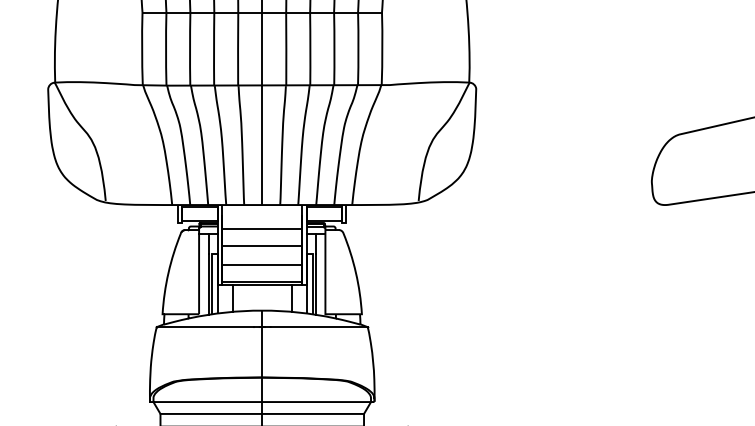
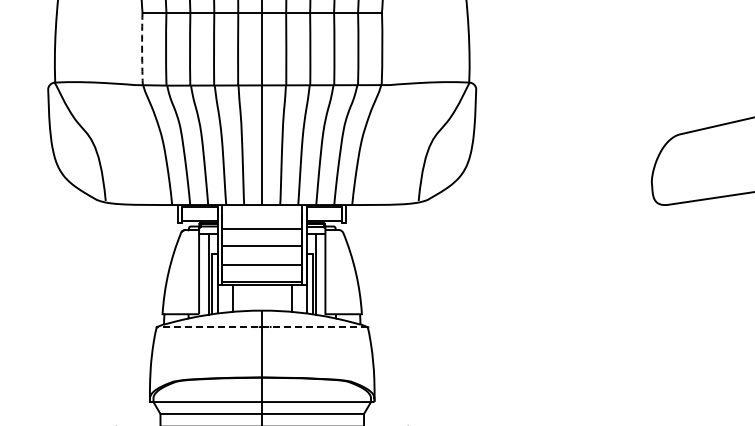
arc at (142, 48): solid -> dashed
line at (261, 327): solid -> dashed
